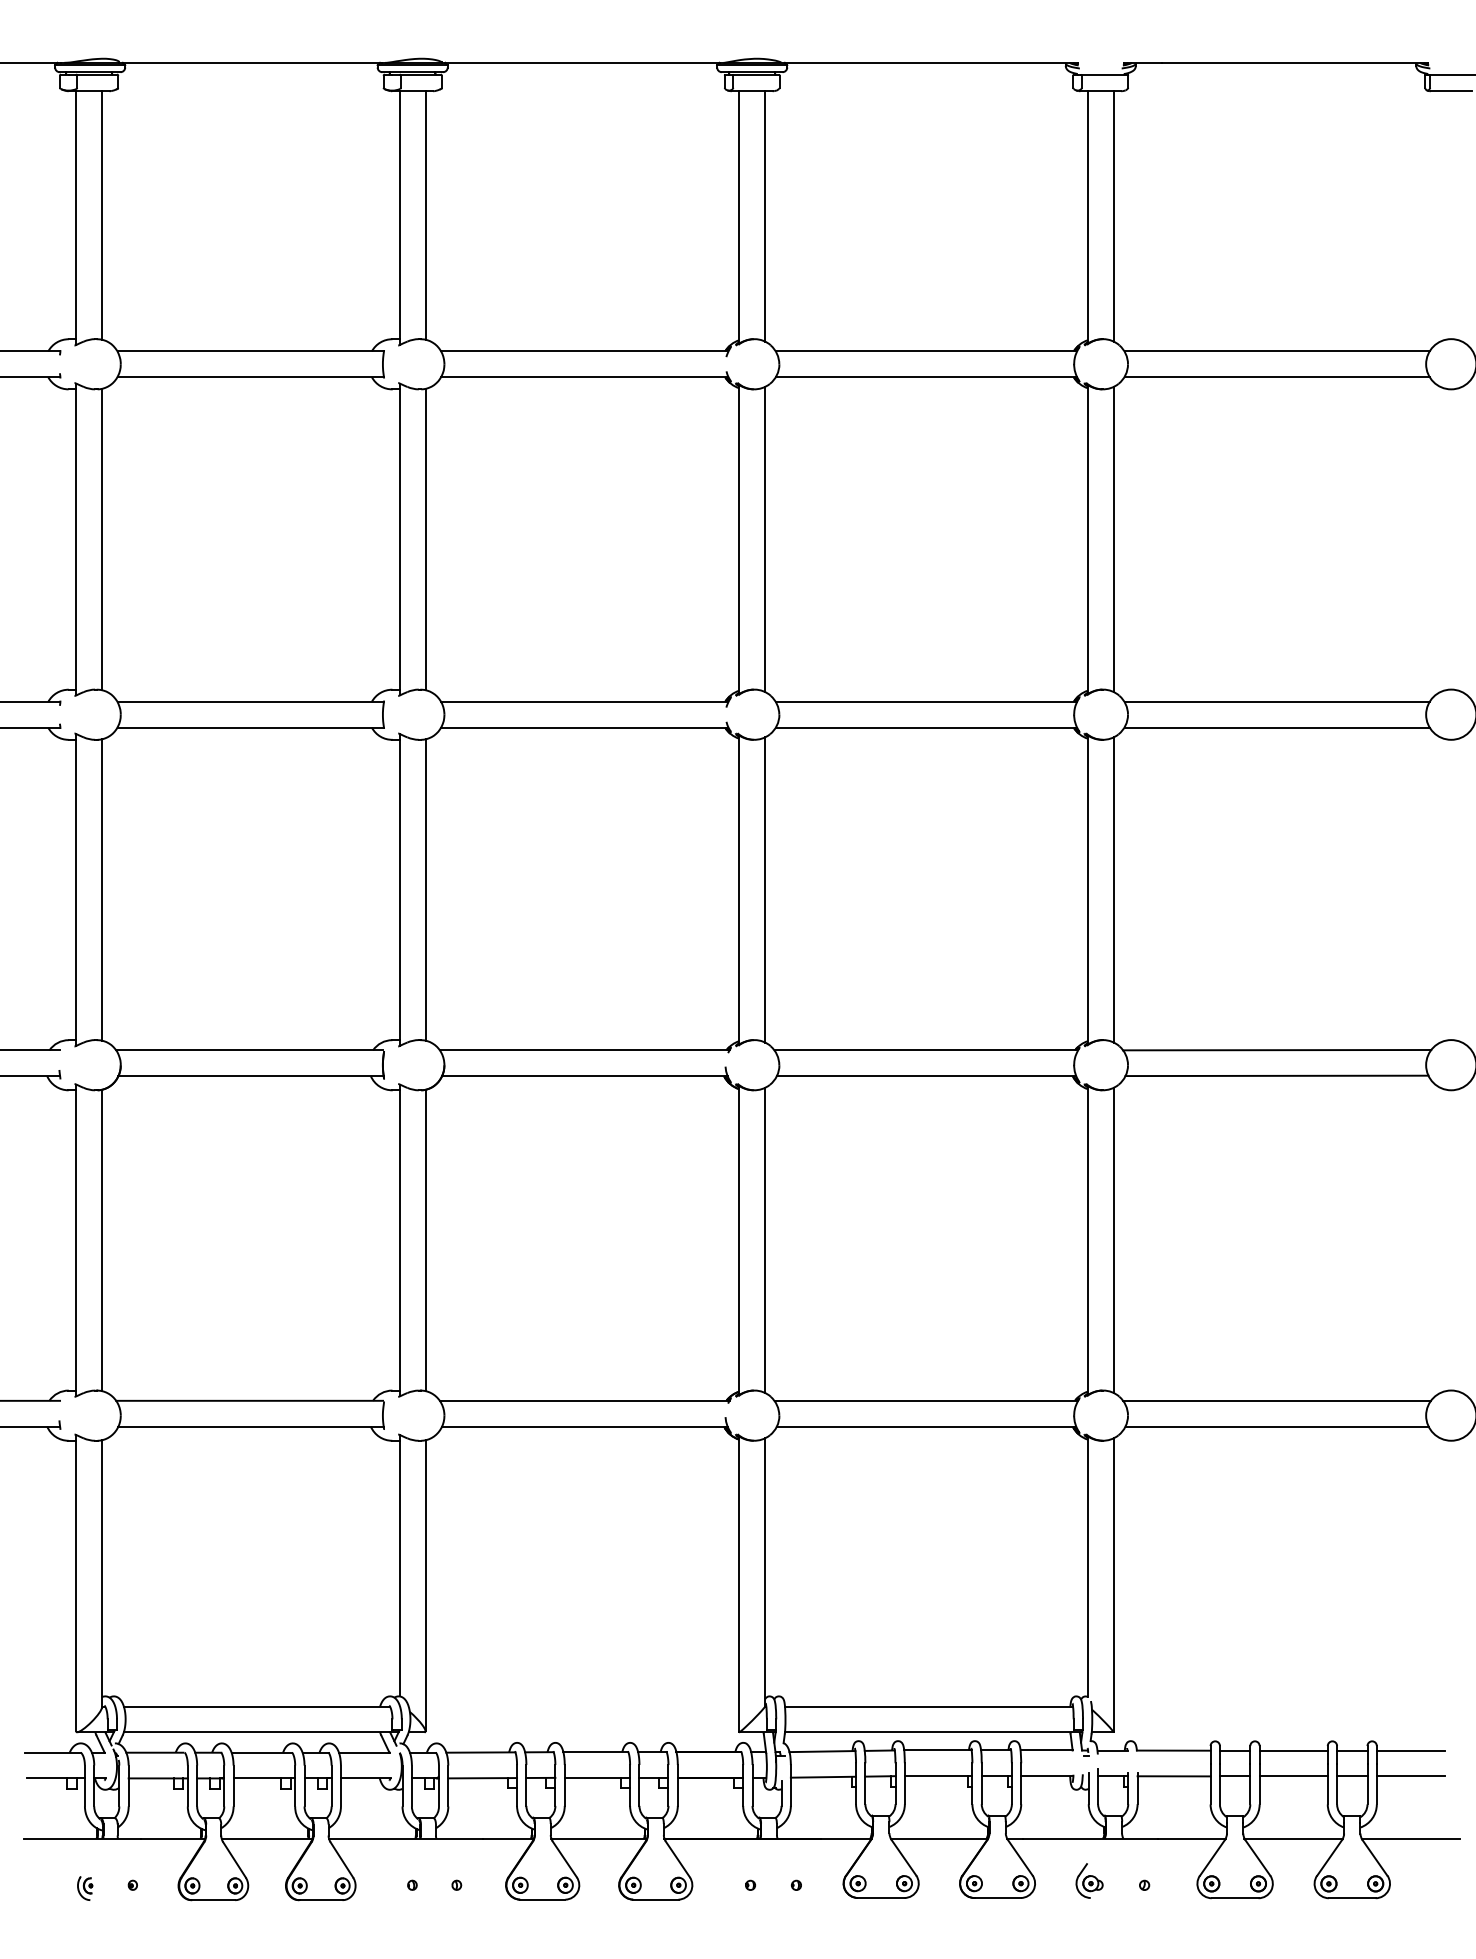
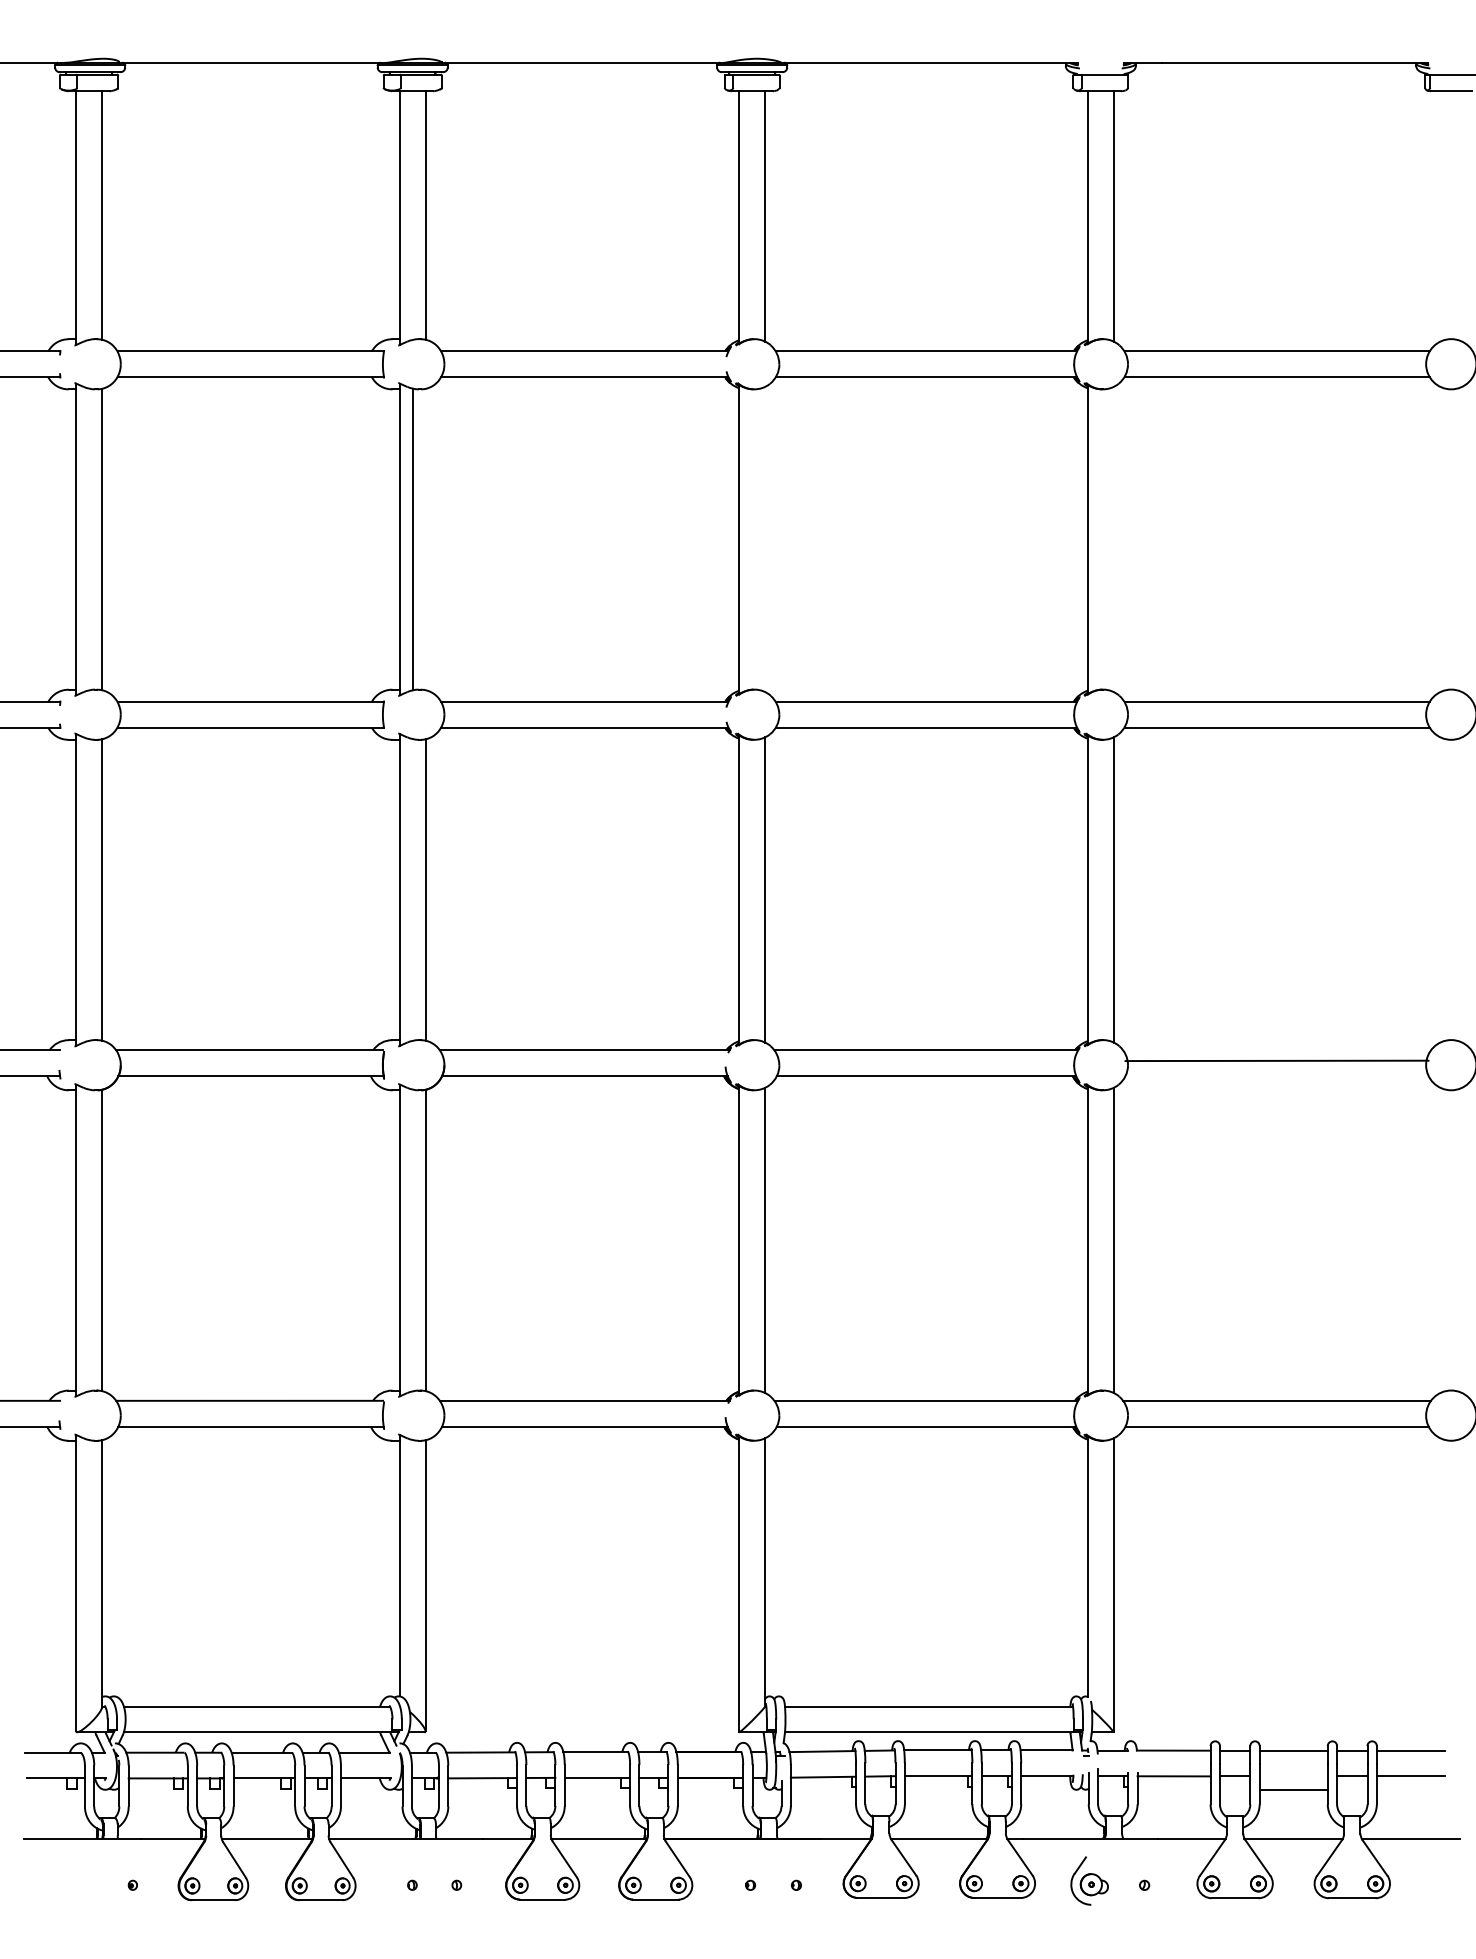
line at (425, 539) position: (425, 539) -> (412, 539)
line at (765, 539): present -> none
line at (1113, 539): present -> none
line at (1277, 1050): present -> none
line at (1276, 1075) position: (1276, 1075) -> (1276, 1060)
line at (1293, 1776) position: (1293, 1776) -> (1293, 1790)
part at (1089, 1880) size: 29x36 px -> 39x50 px
part at (85, 1888): present -> none
